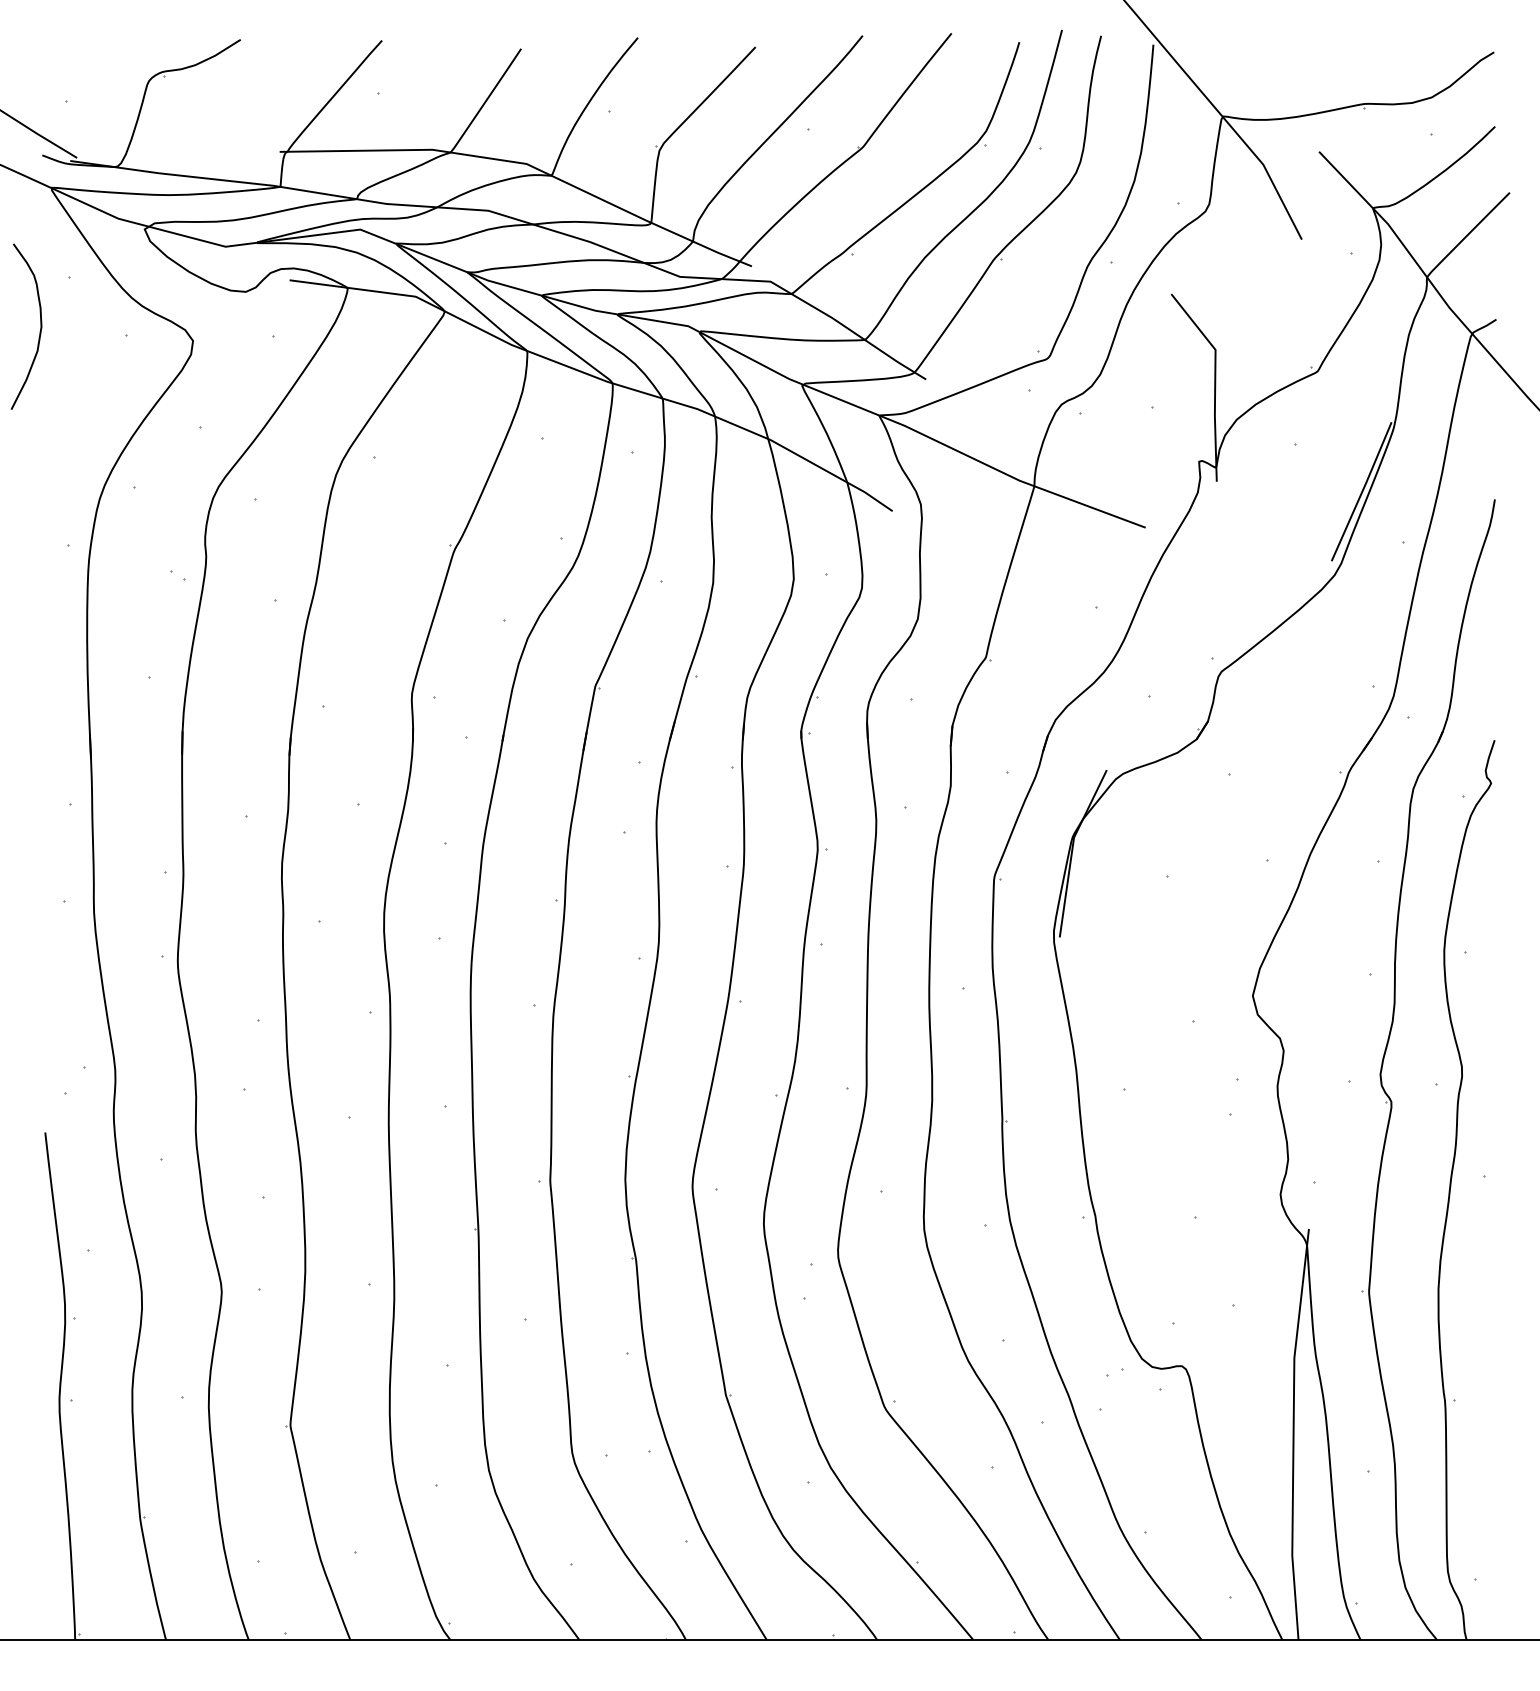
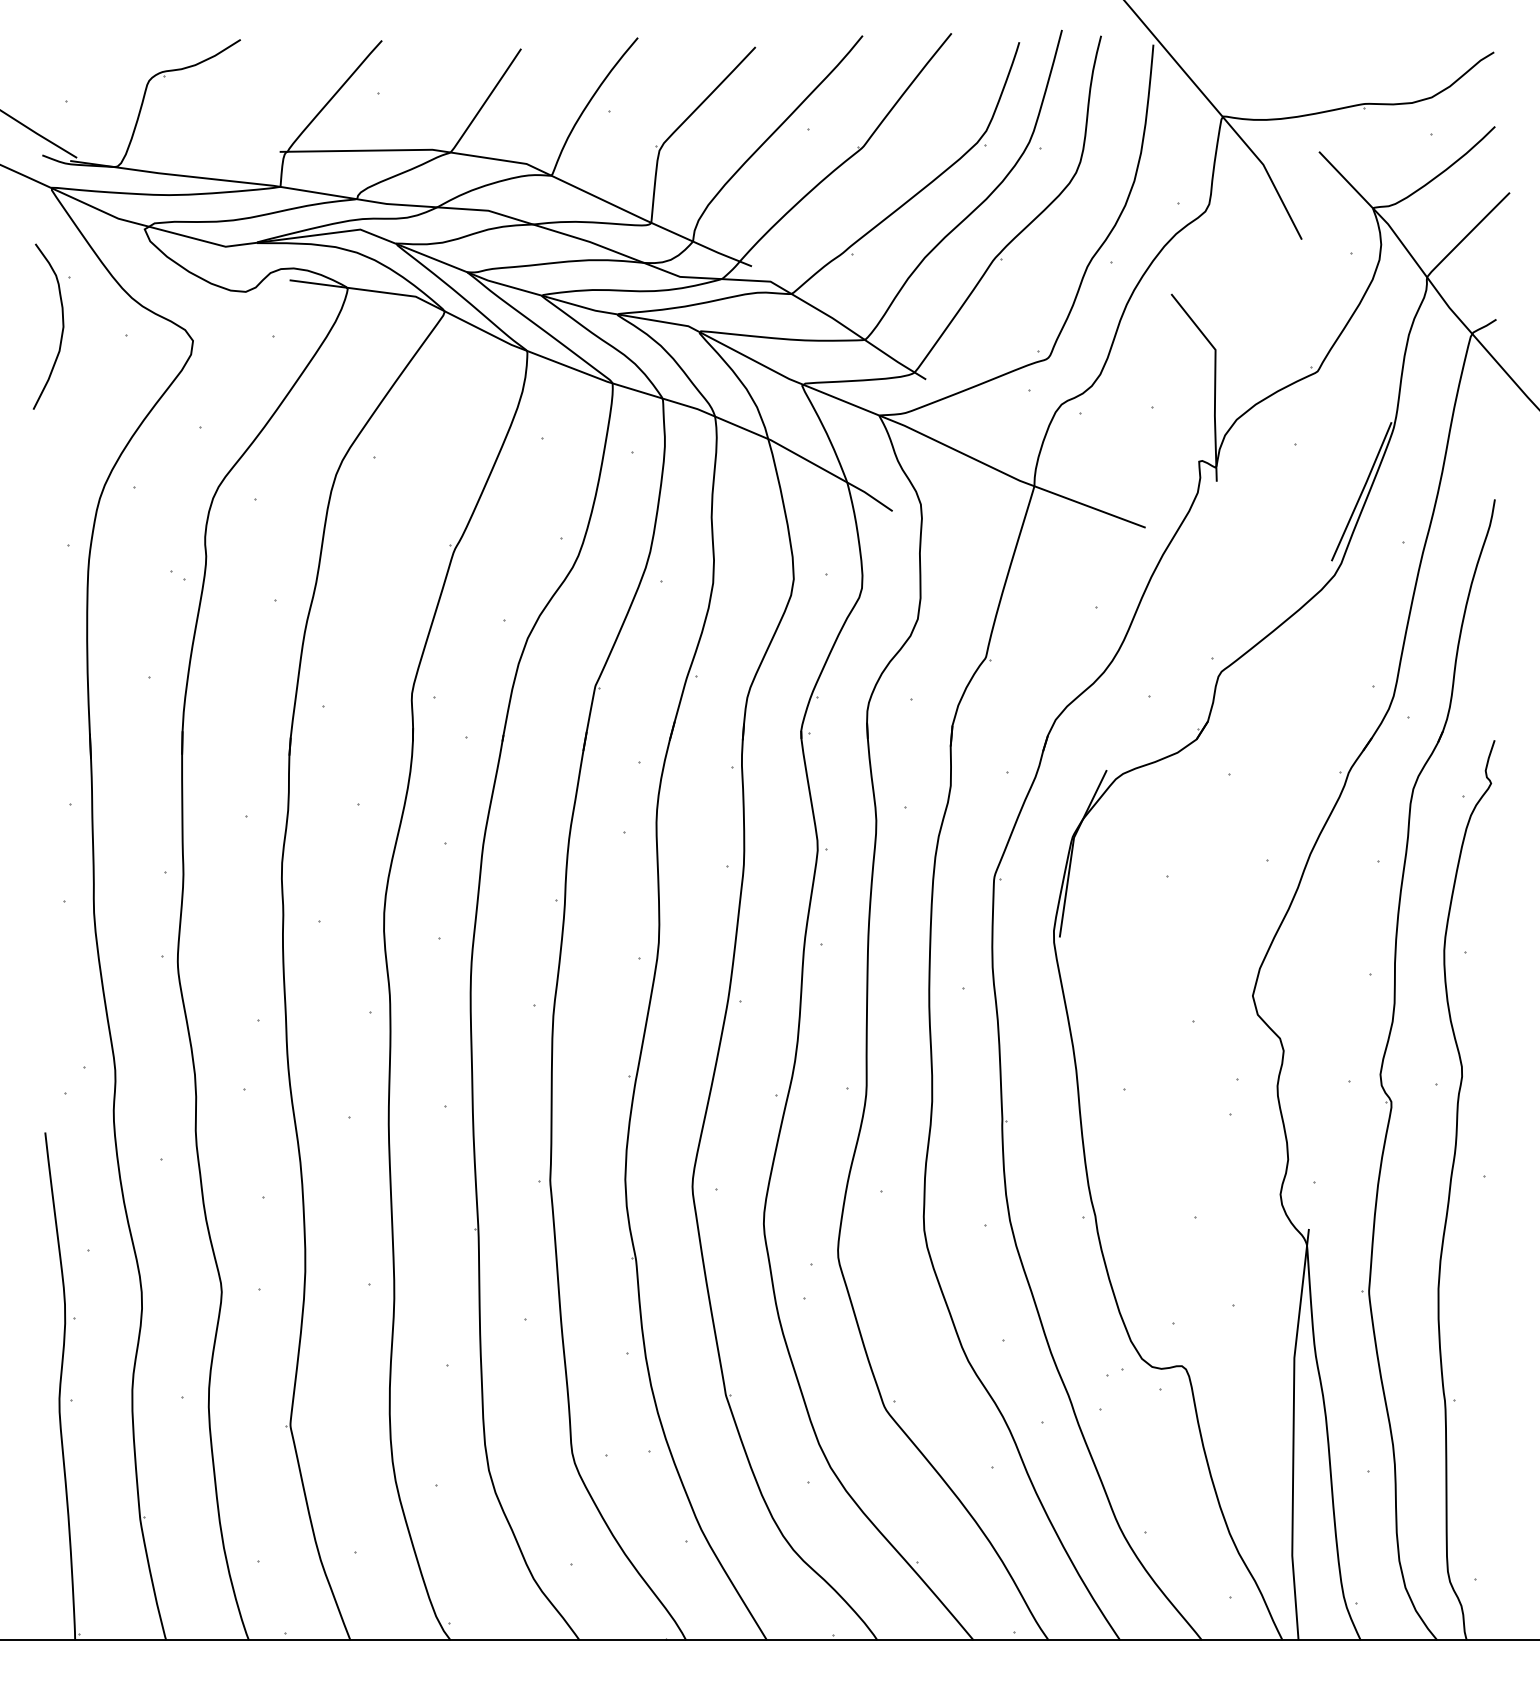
curve at (39, 331) position: (39, 331) -> (61, 331)
